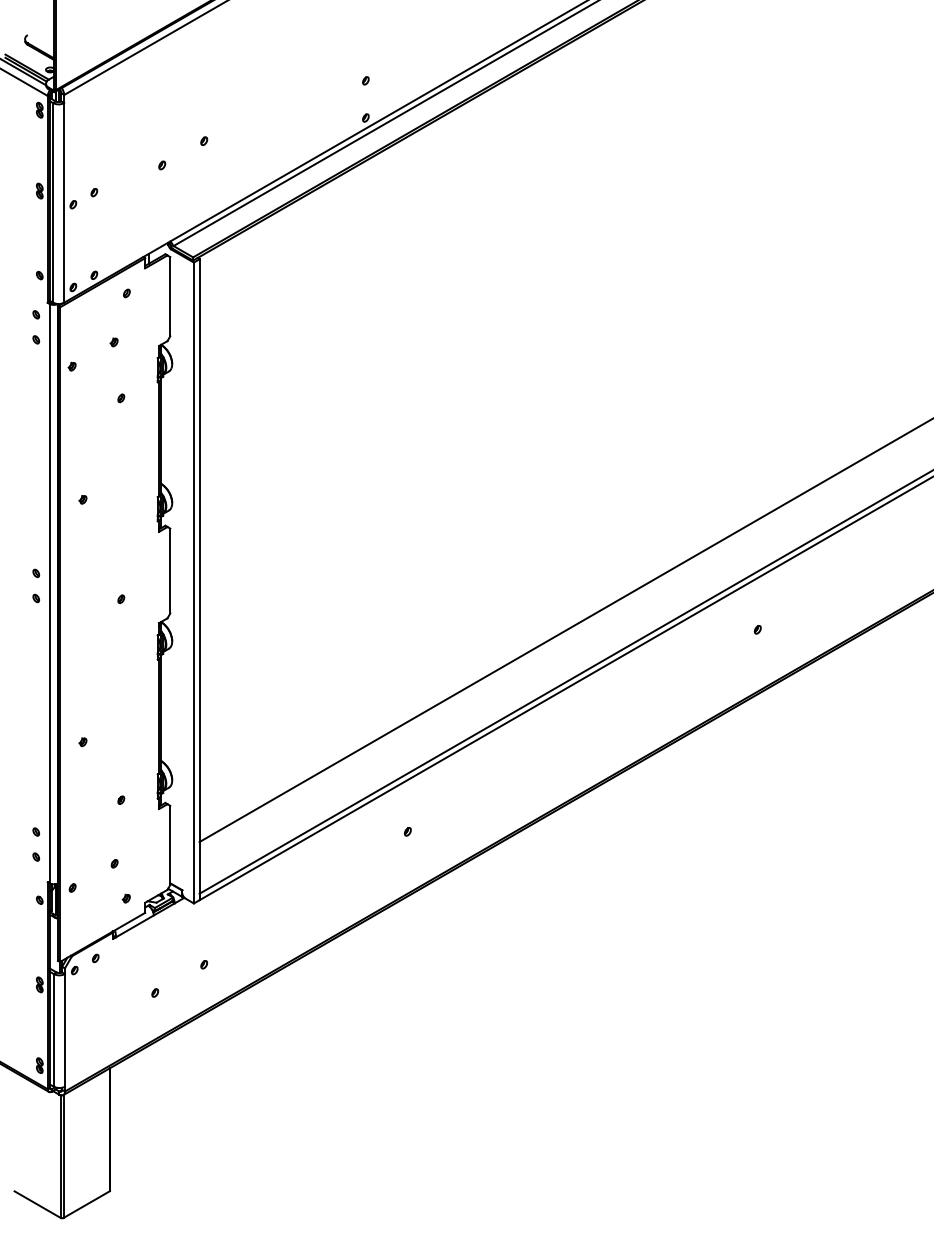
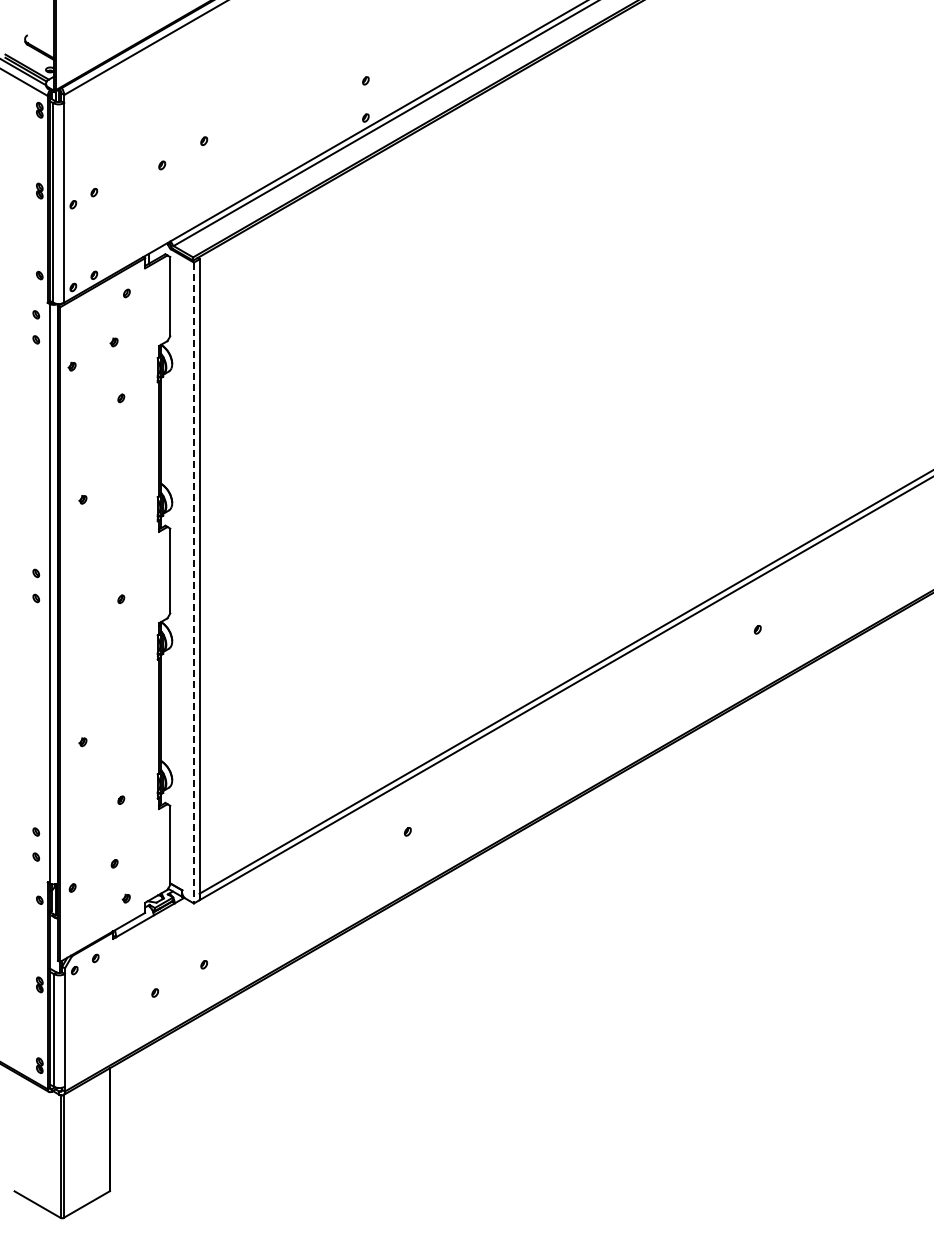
line at (193, 583): solid -> dashed
line at (564, 631): present -> none
